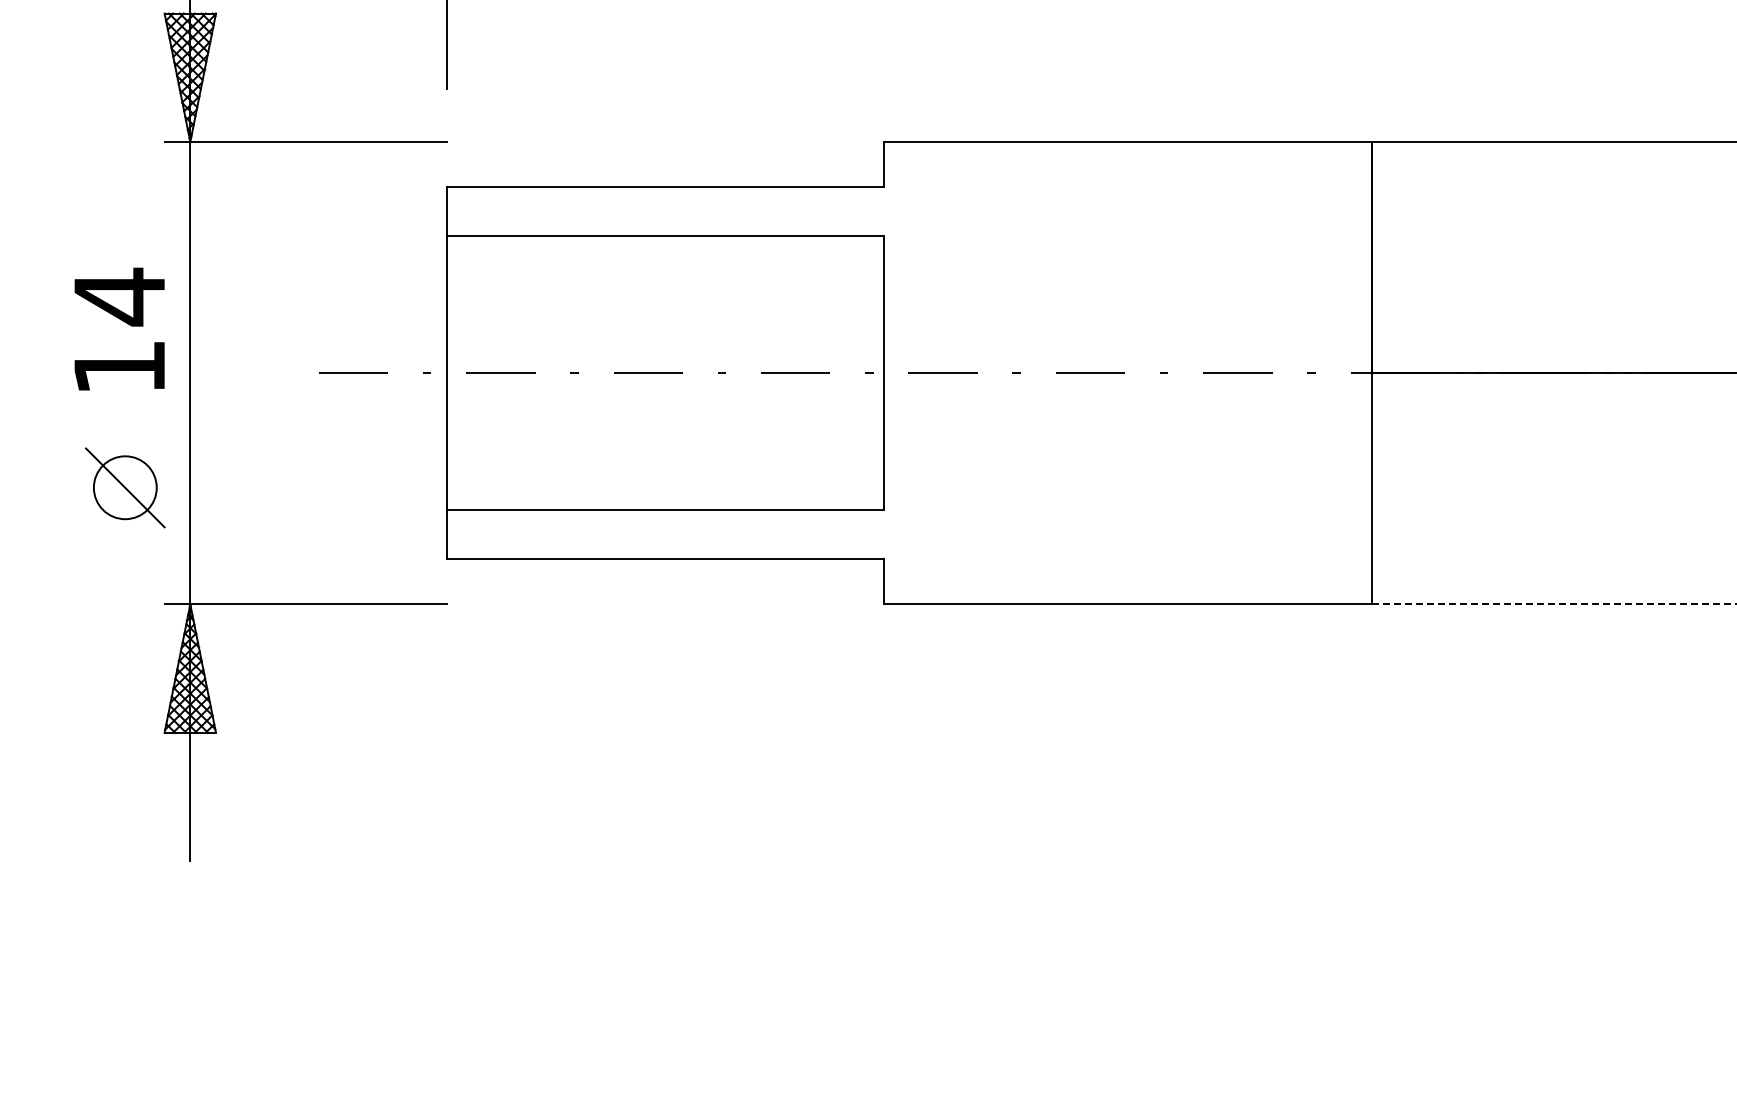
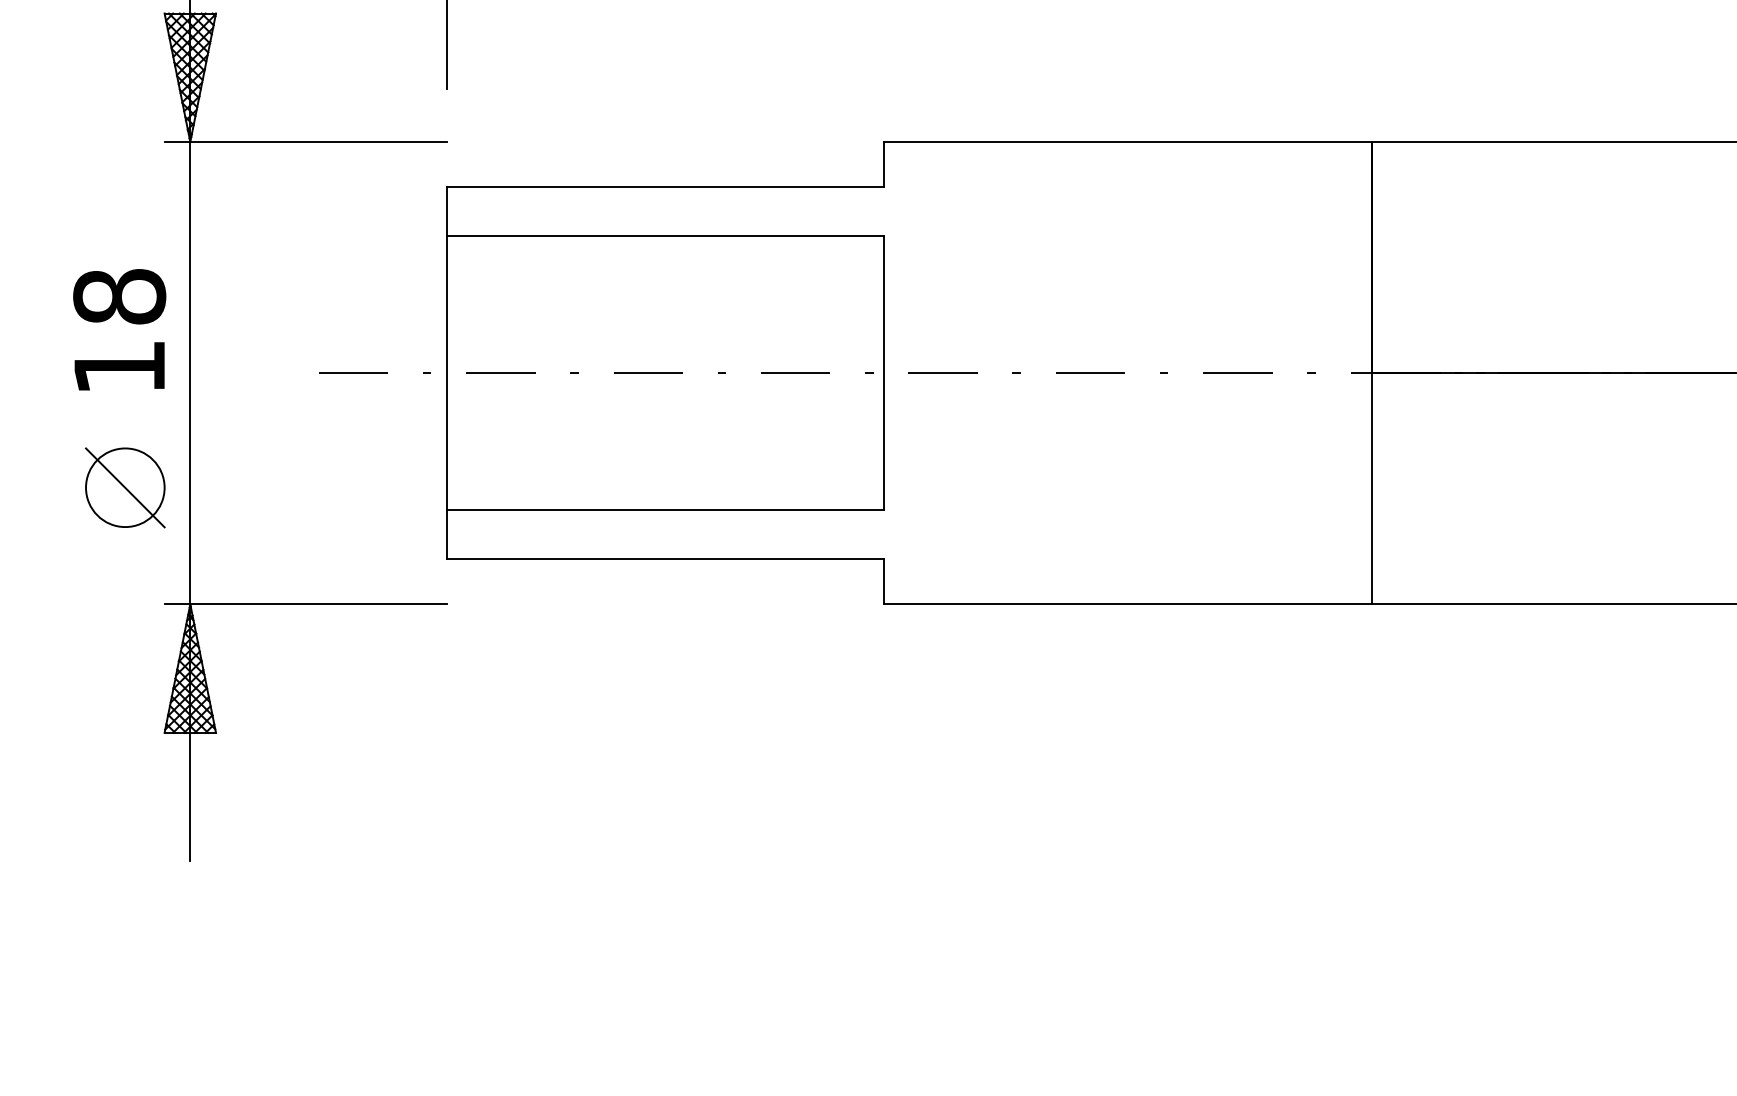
text at (119, 296): 14 -> 18
circle at (124, 487) diameter: 63 px -> 79 px
line at (1554, 604): dashed -> solid
